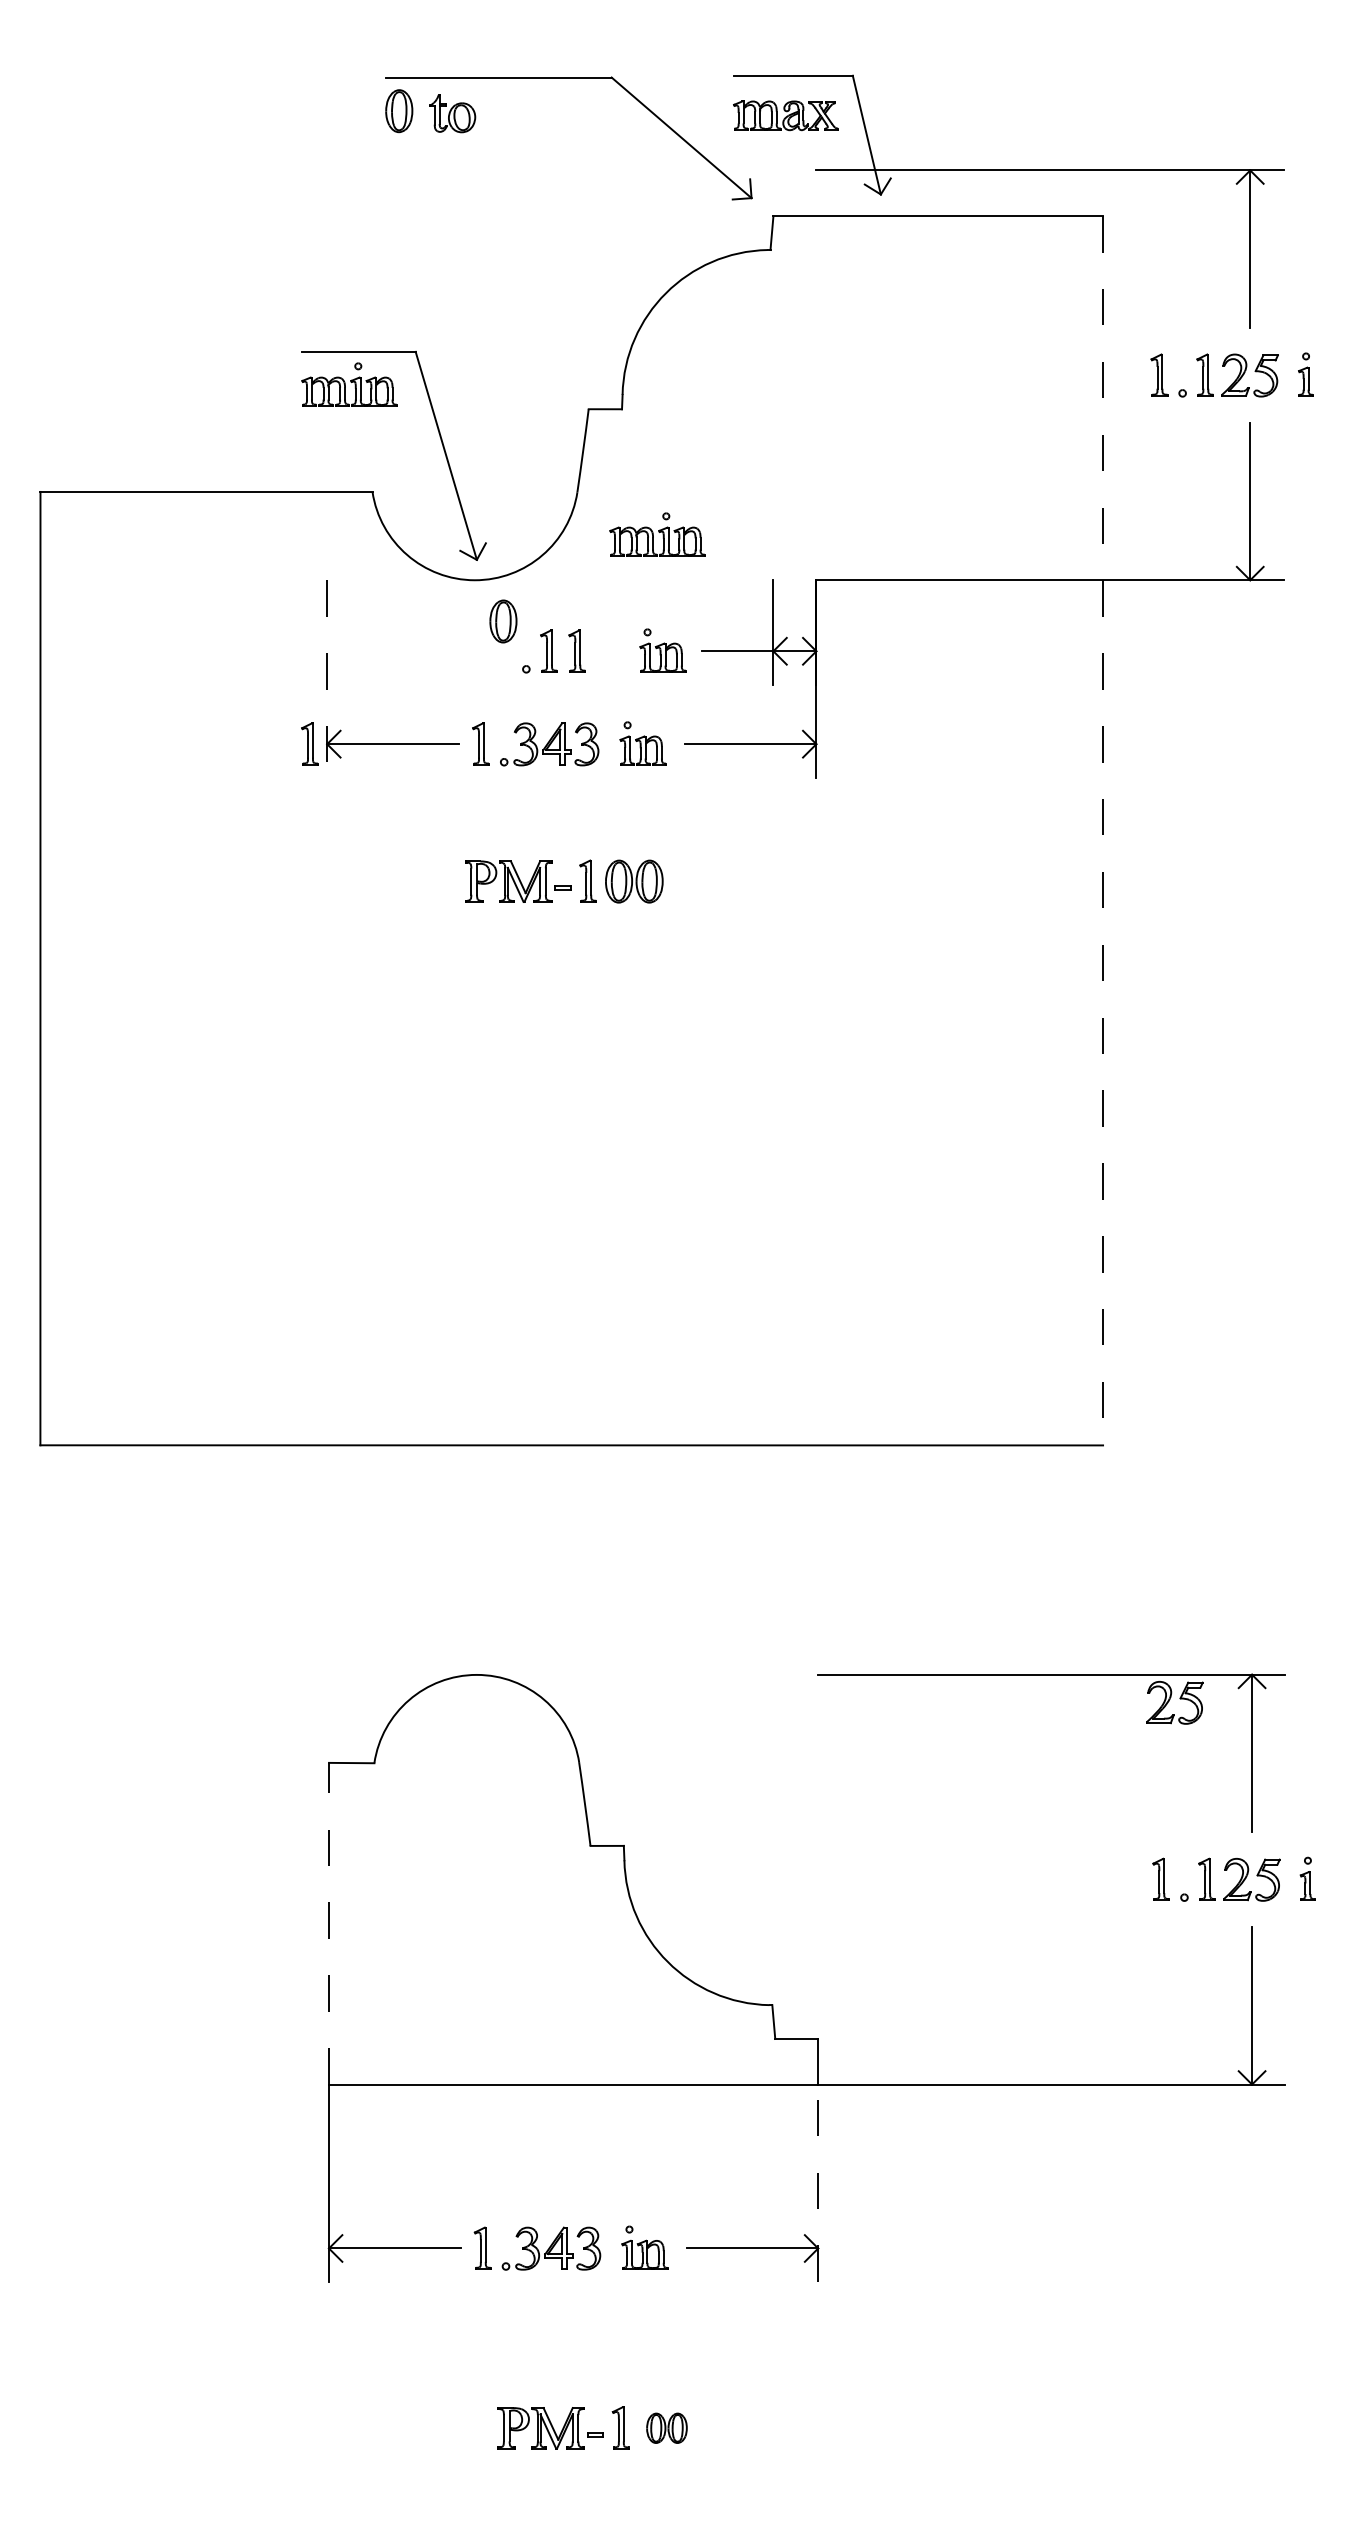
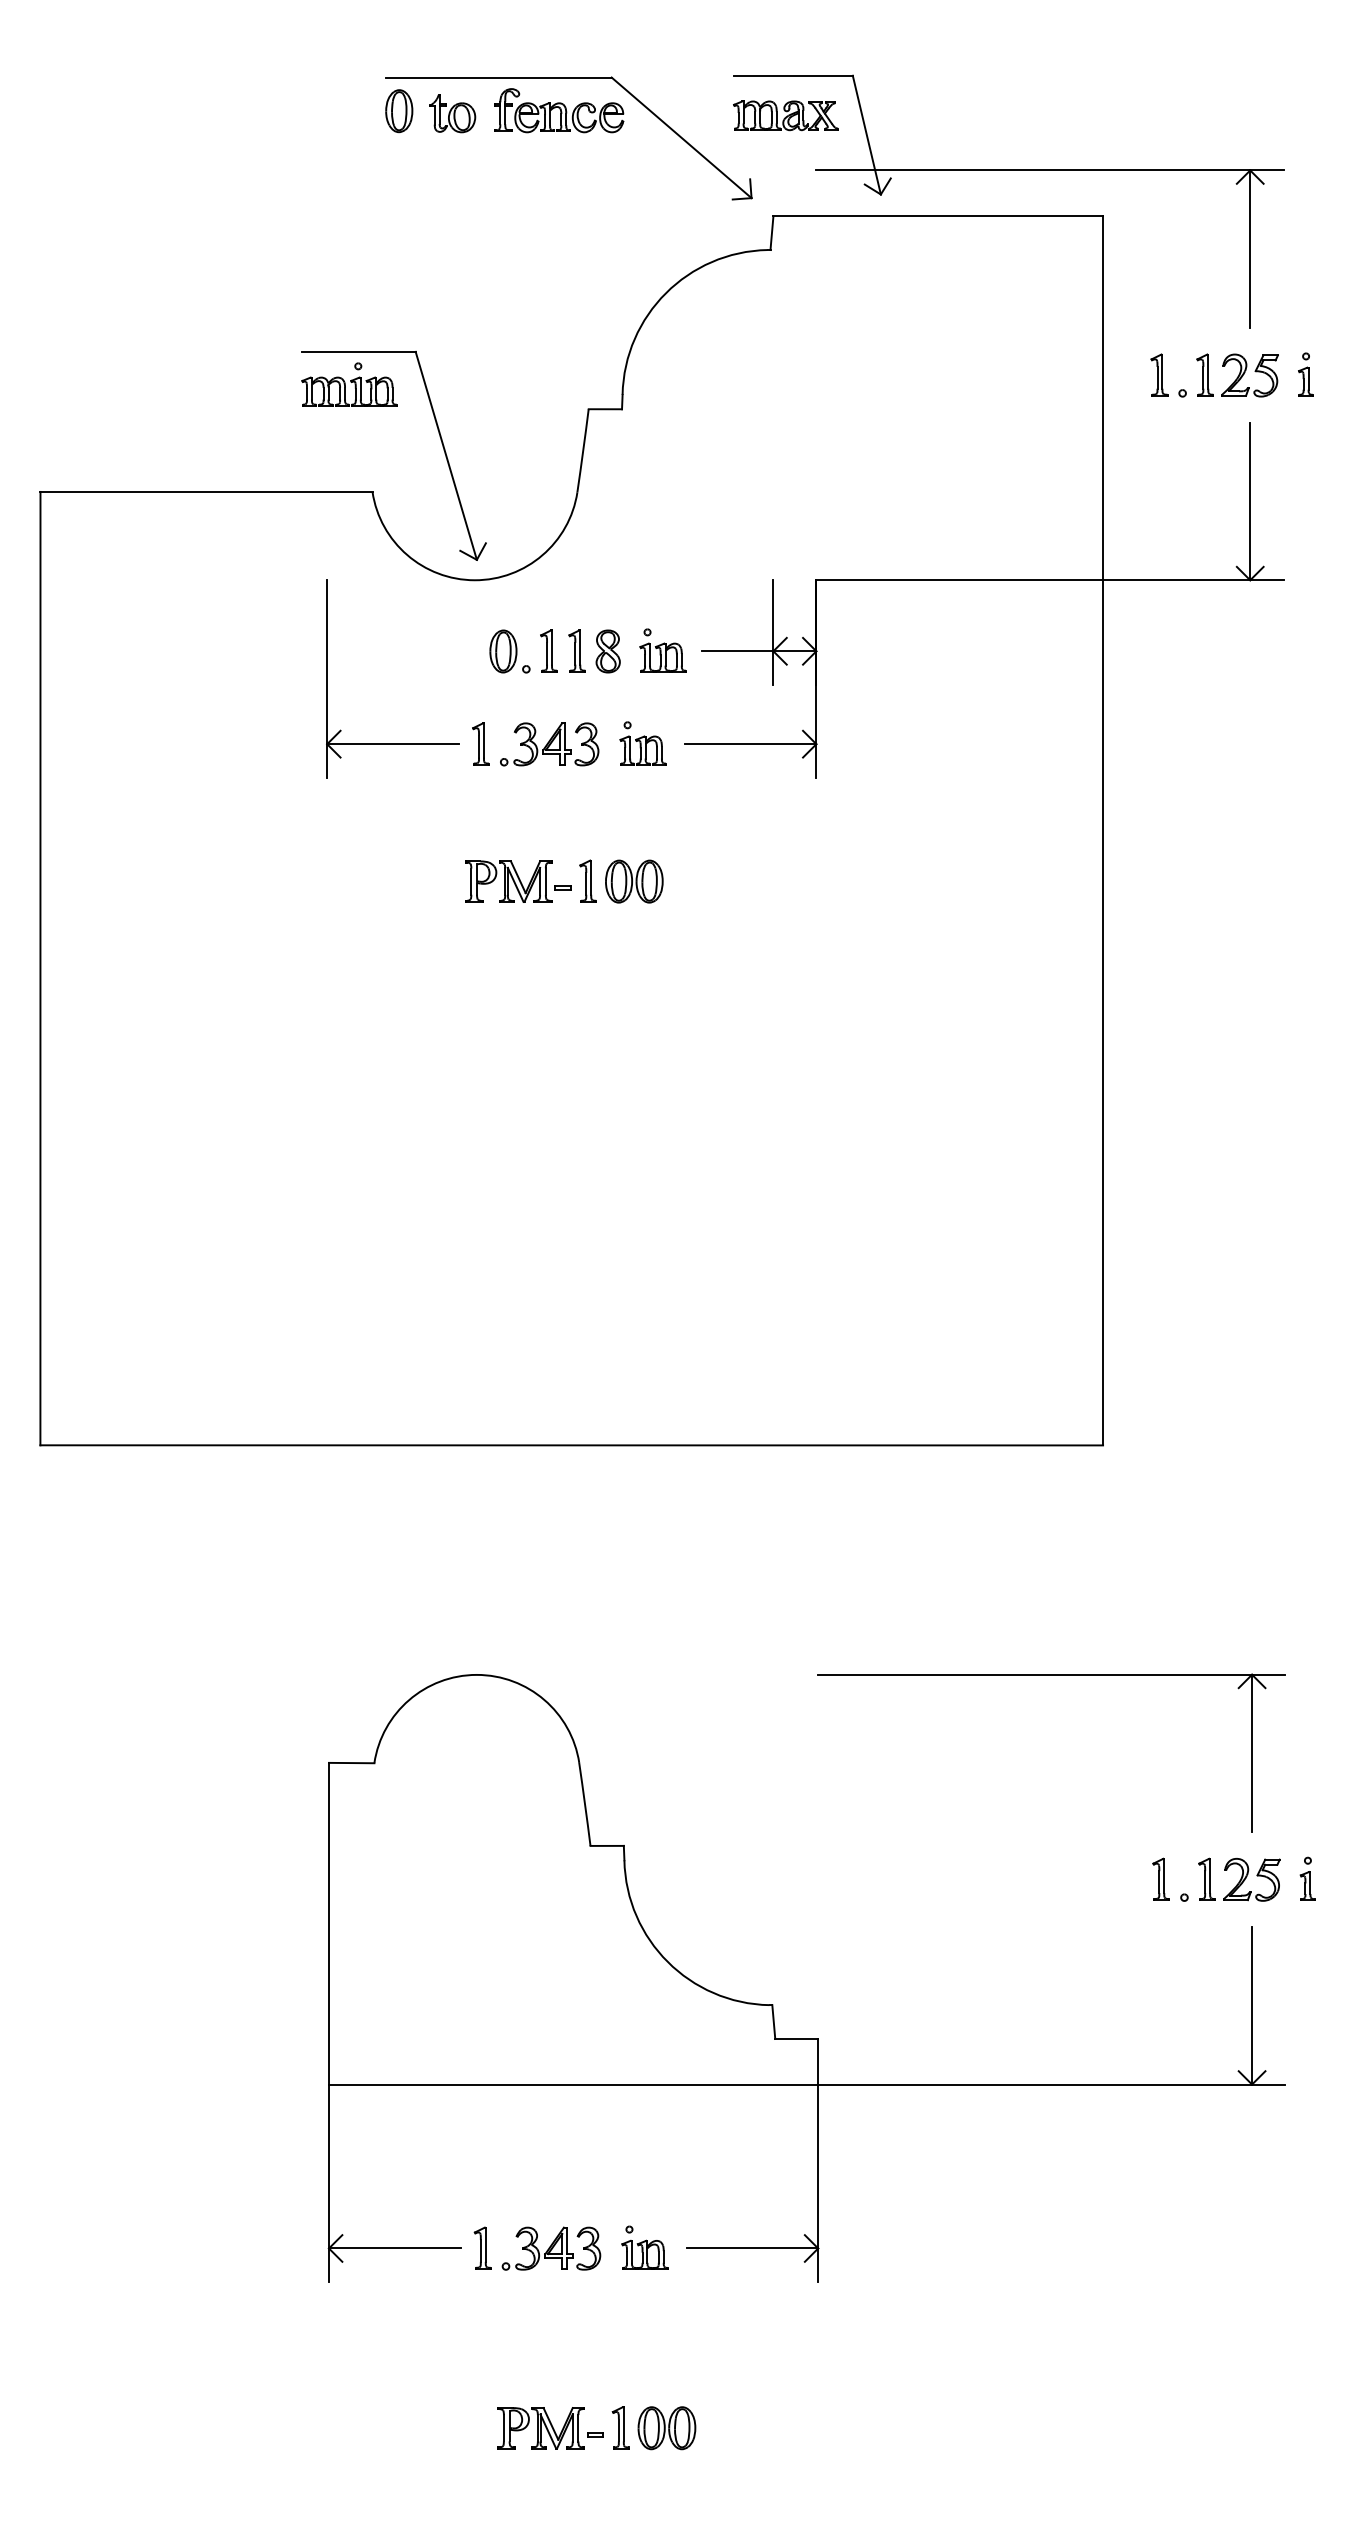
part at (559, 110): none -> present
part at (657, 534): present -> none
part at (503, 621) position: (503, 621) -> (503, 651)
part at (607, 651): none -> present
line at (327, 678): dashed -> solid
part at (309, 743): present -> none
line at (1103, 830): dashed -> solid
part at (1174, 1702): present -> none
line at (329, 1923): dashed -> solid
line at (818, 2183): dashed -> solid
part at (666, 2427) size: 42x32 px -> 60x45 px
